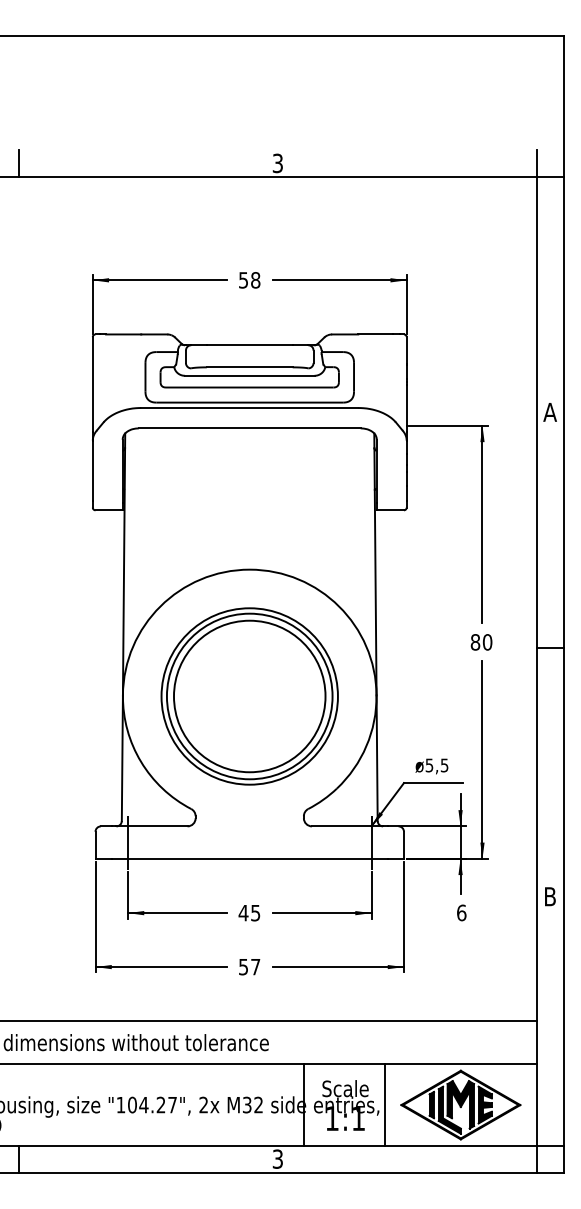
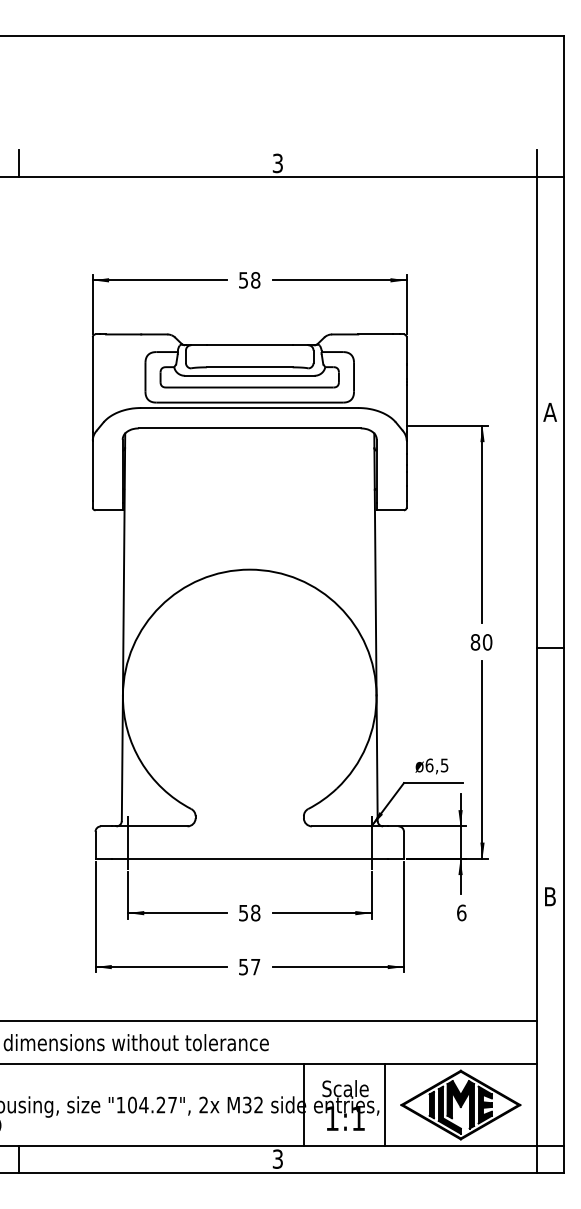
part at (249, 696): present -> none
text at (429, 765): ø5,5 -> ø6,5
text at (249, 912): 45 -> 58
